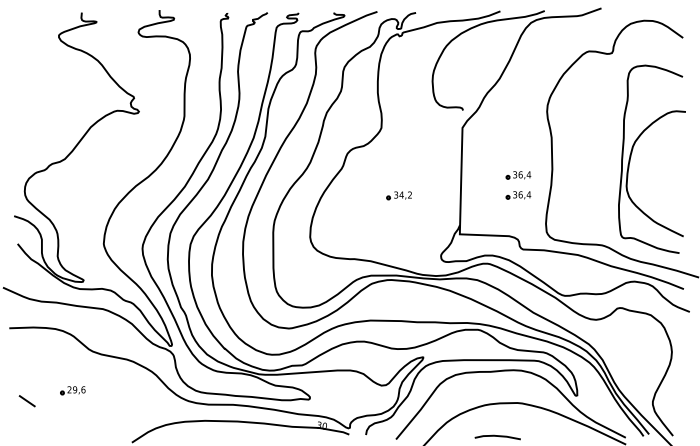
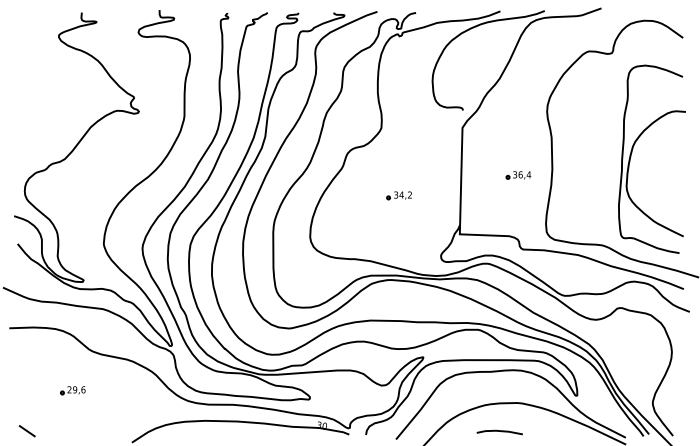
part at (518, 195): present -> none
line at (26, 401) position: (26, 401) -> (26, 431)
line at (497, 436) position: (497, 436) -> (499, 431)
